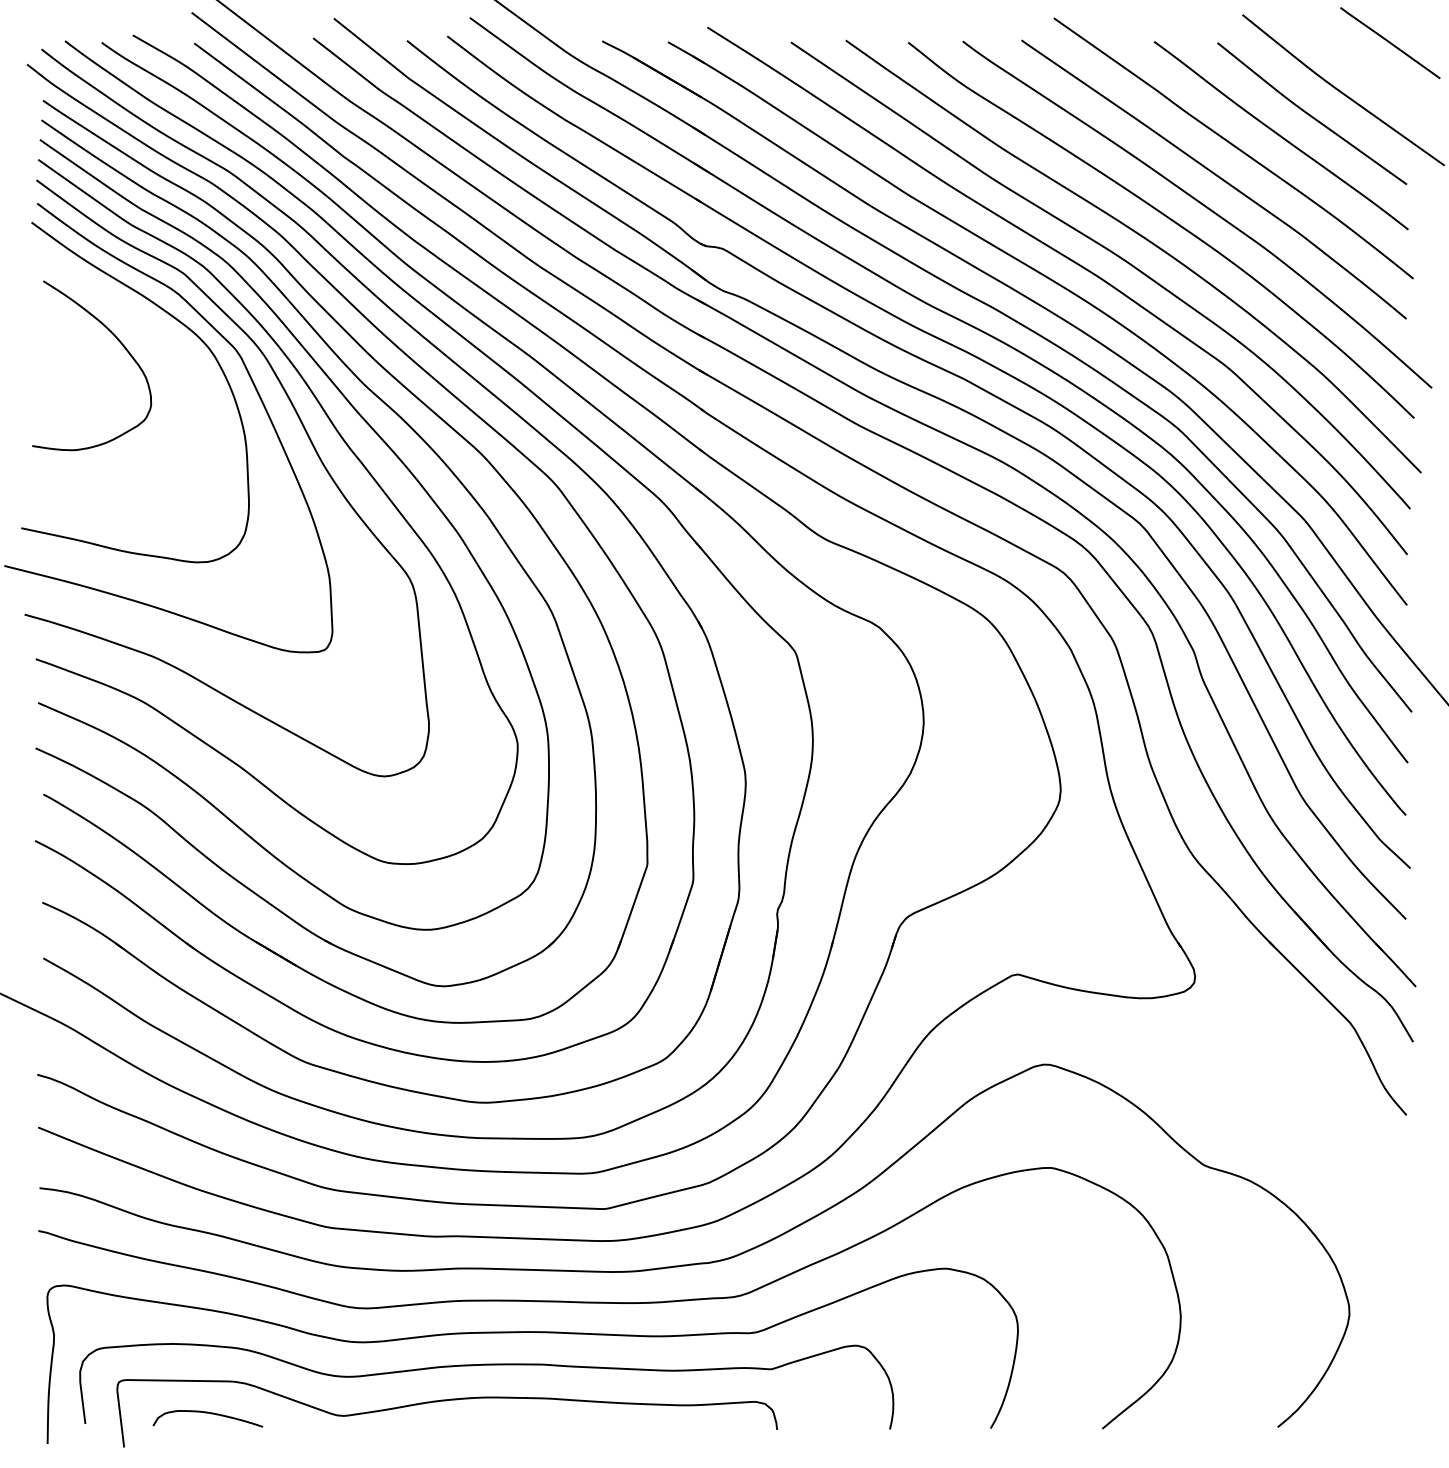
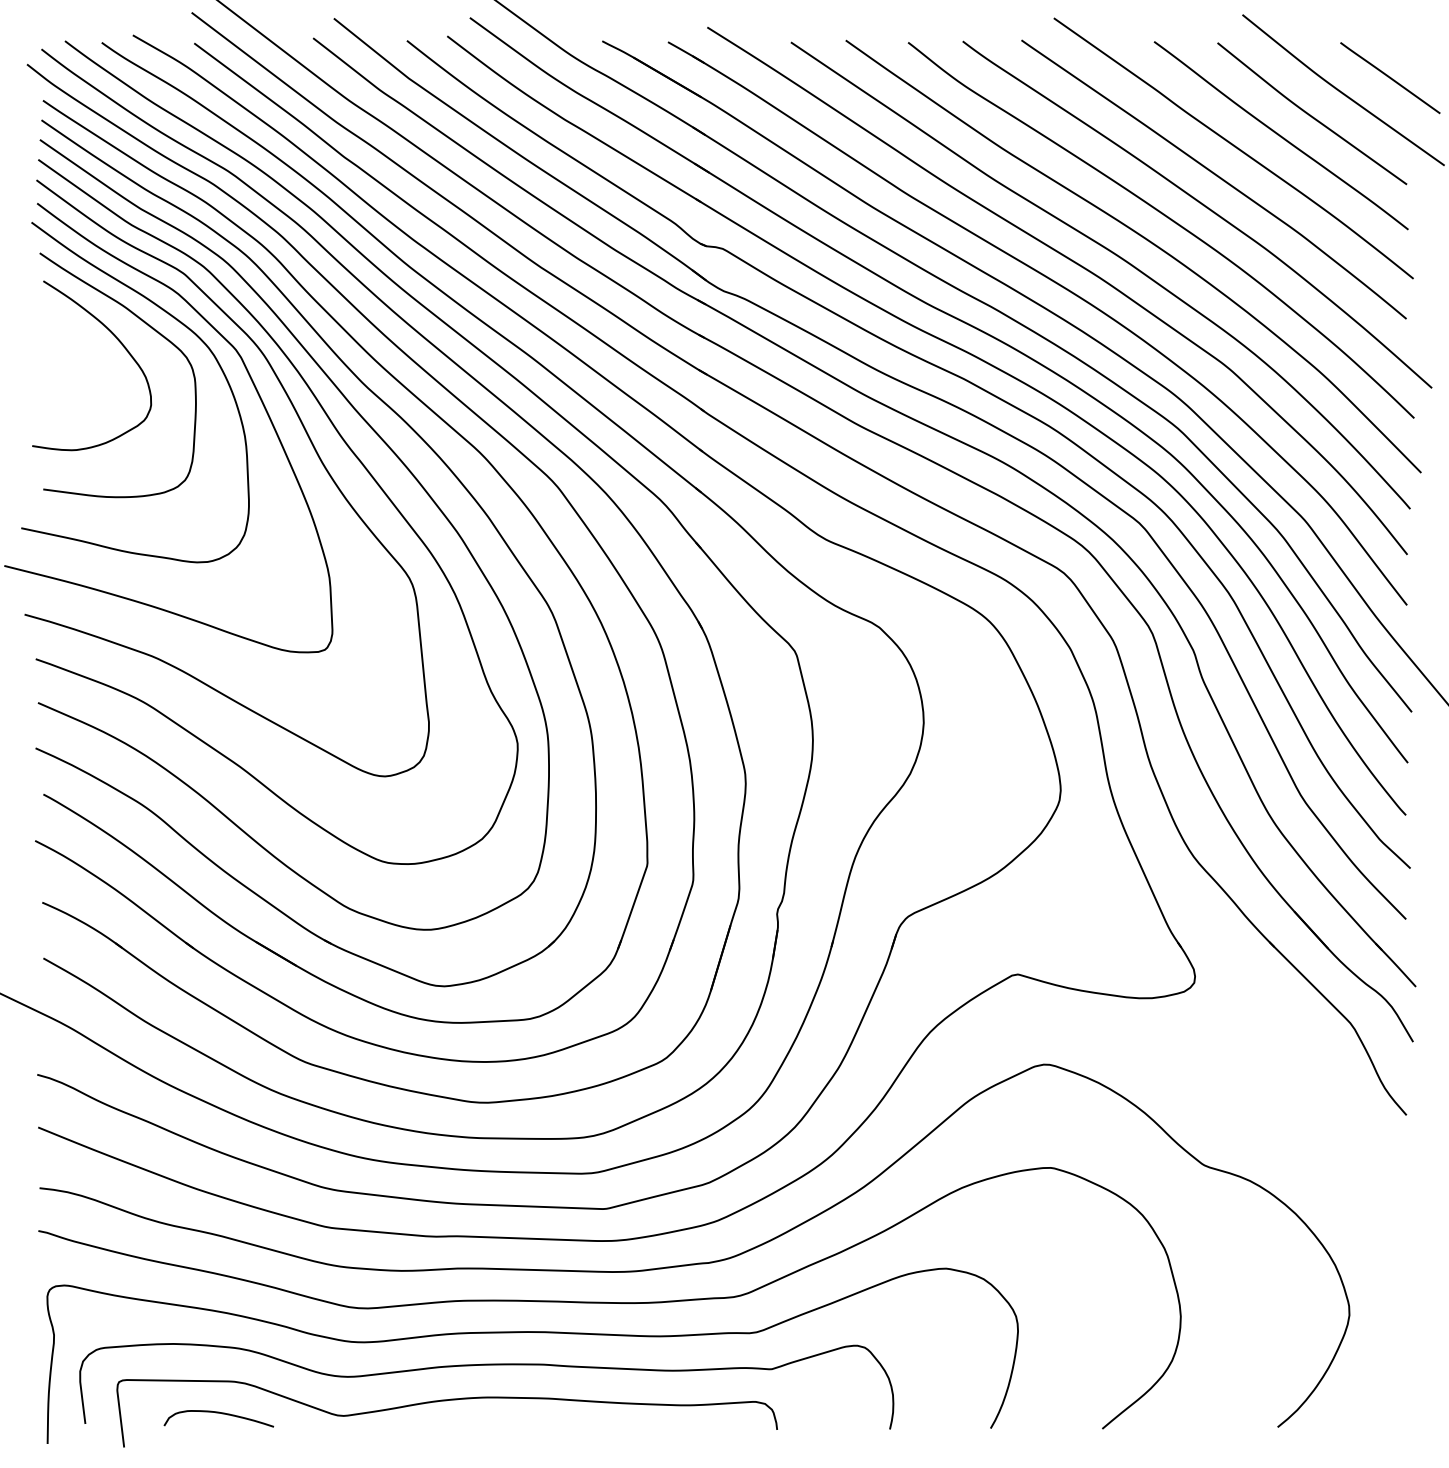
line at (1390, 43) position: (1390, 43) -> (1390, 78)
curve at (153, 330): none -> present
curve at (207, 1413) position: (207, 1413) -> (218, 1413)
